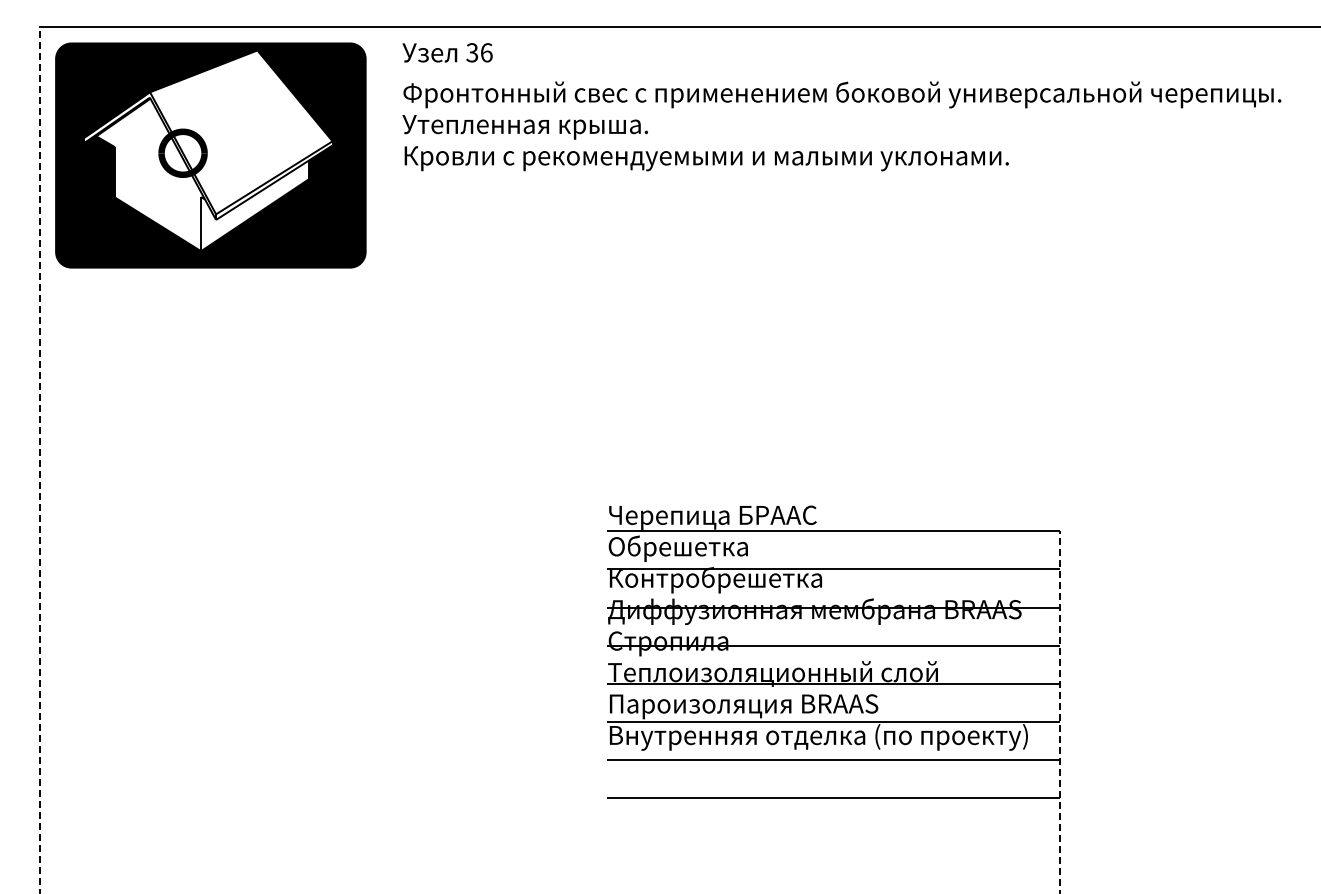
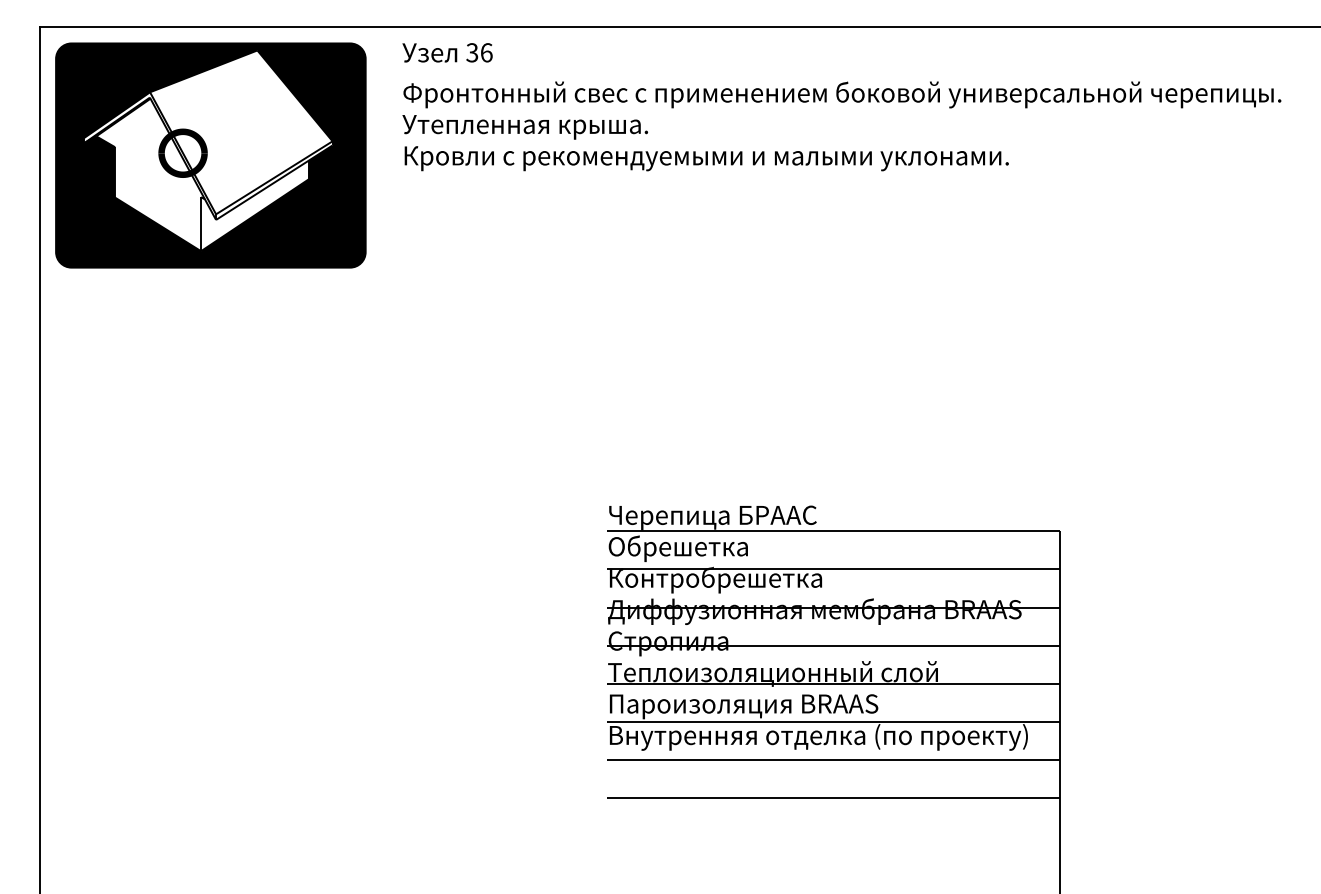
line at (39, 459): dashed -> solid
line at (1059, 712): dashed -> solid
